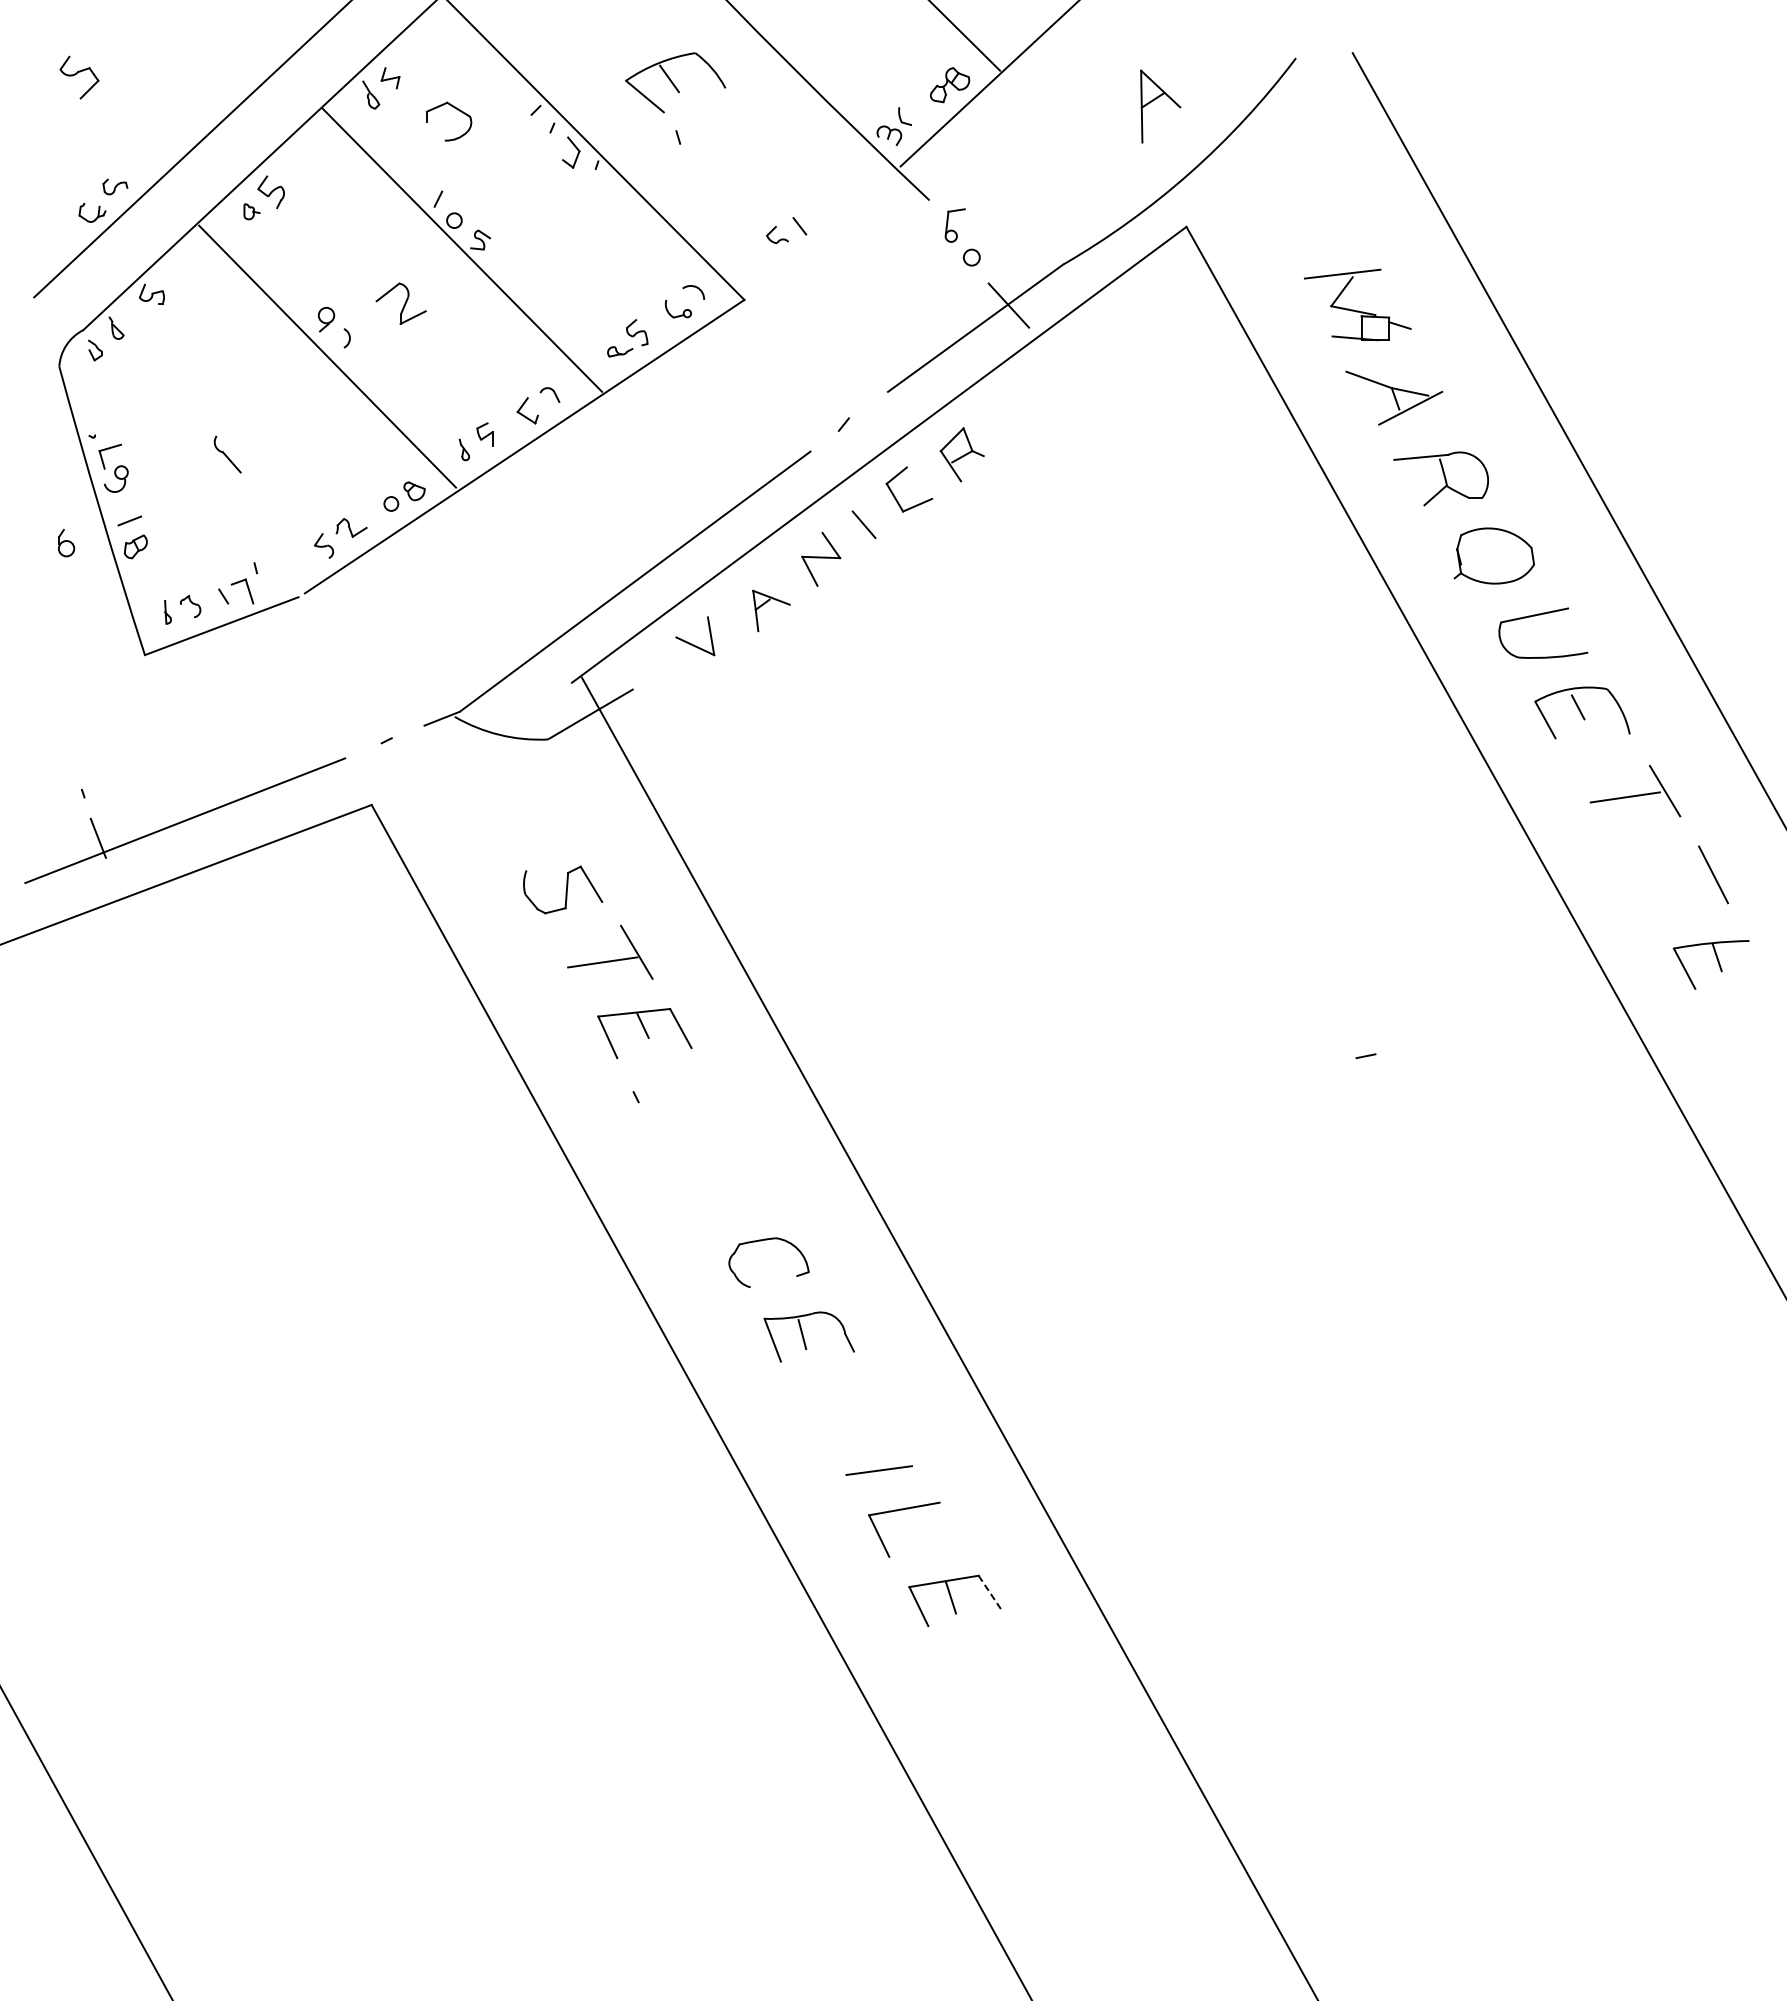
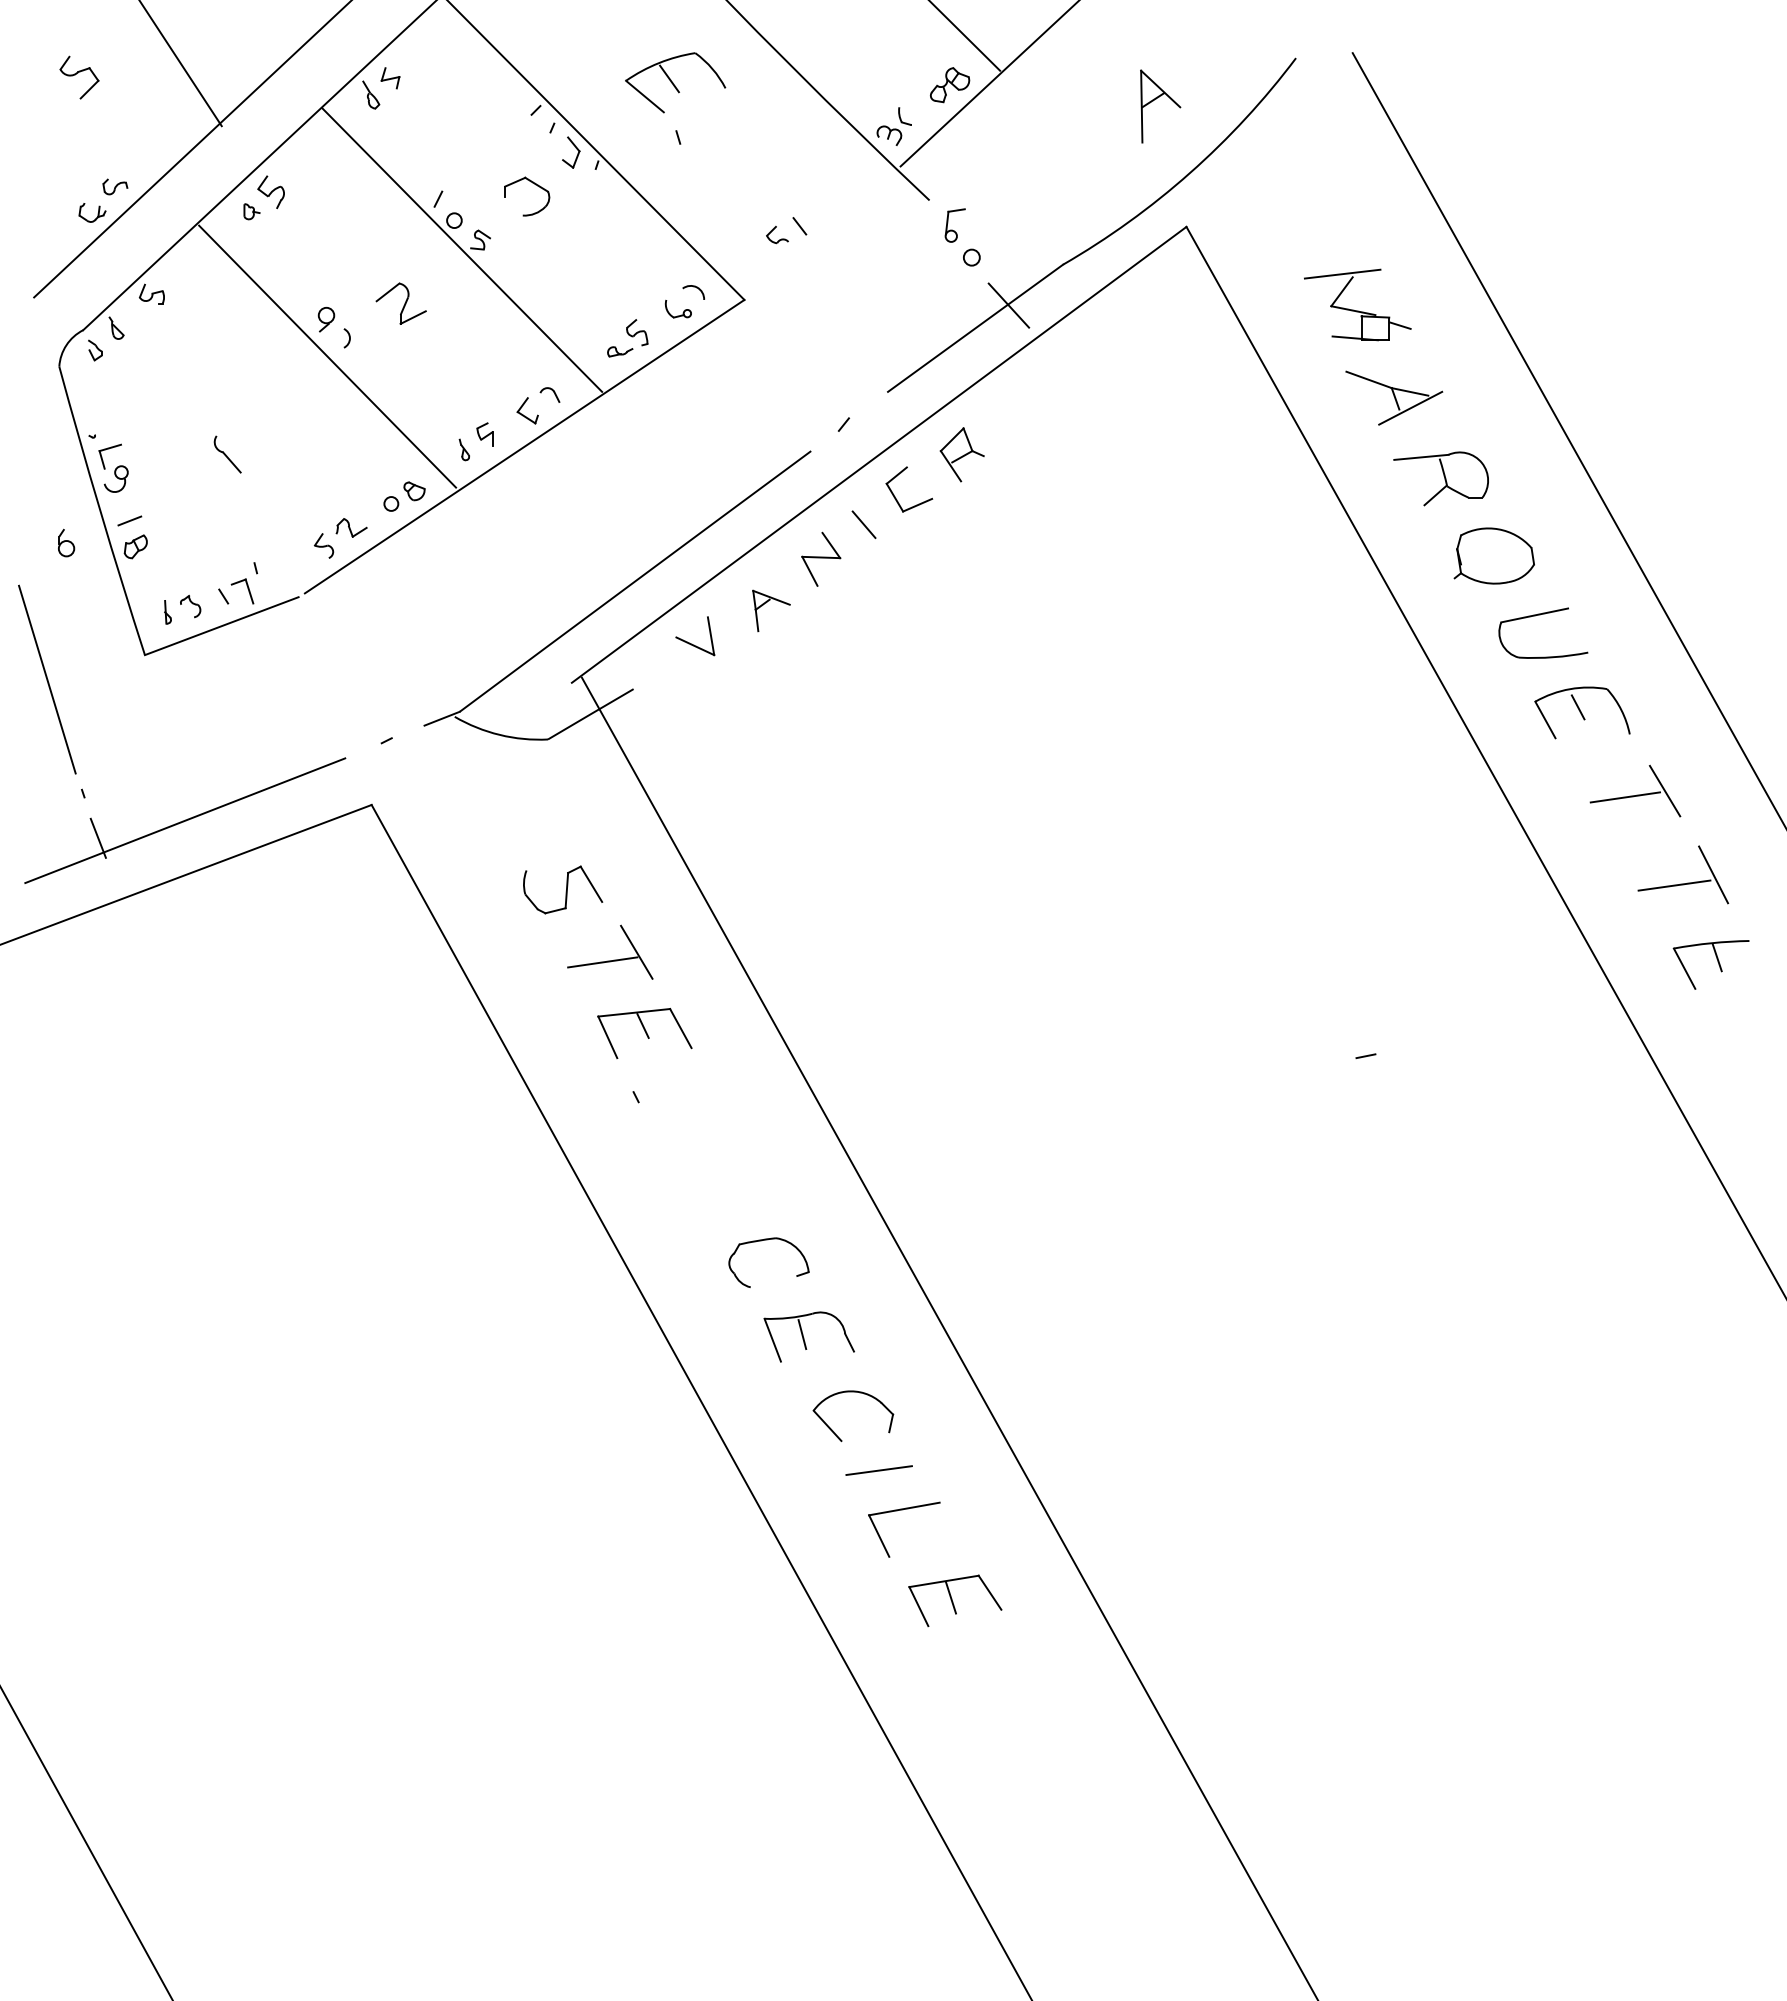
line at (180, 64): none -> present
part at (457, 110) position: (457, 110) -> (535, 185)
line at (47, 679): none -> present
line at (1674, 885): none -> present
part at (859, 1393): none -> present
line at (990, 1593): dashed -> solid
